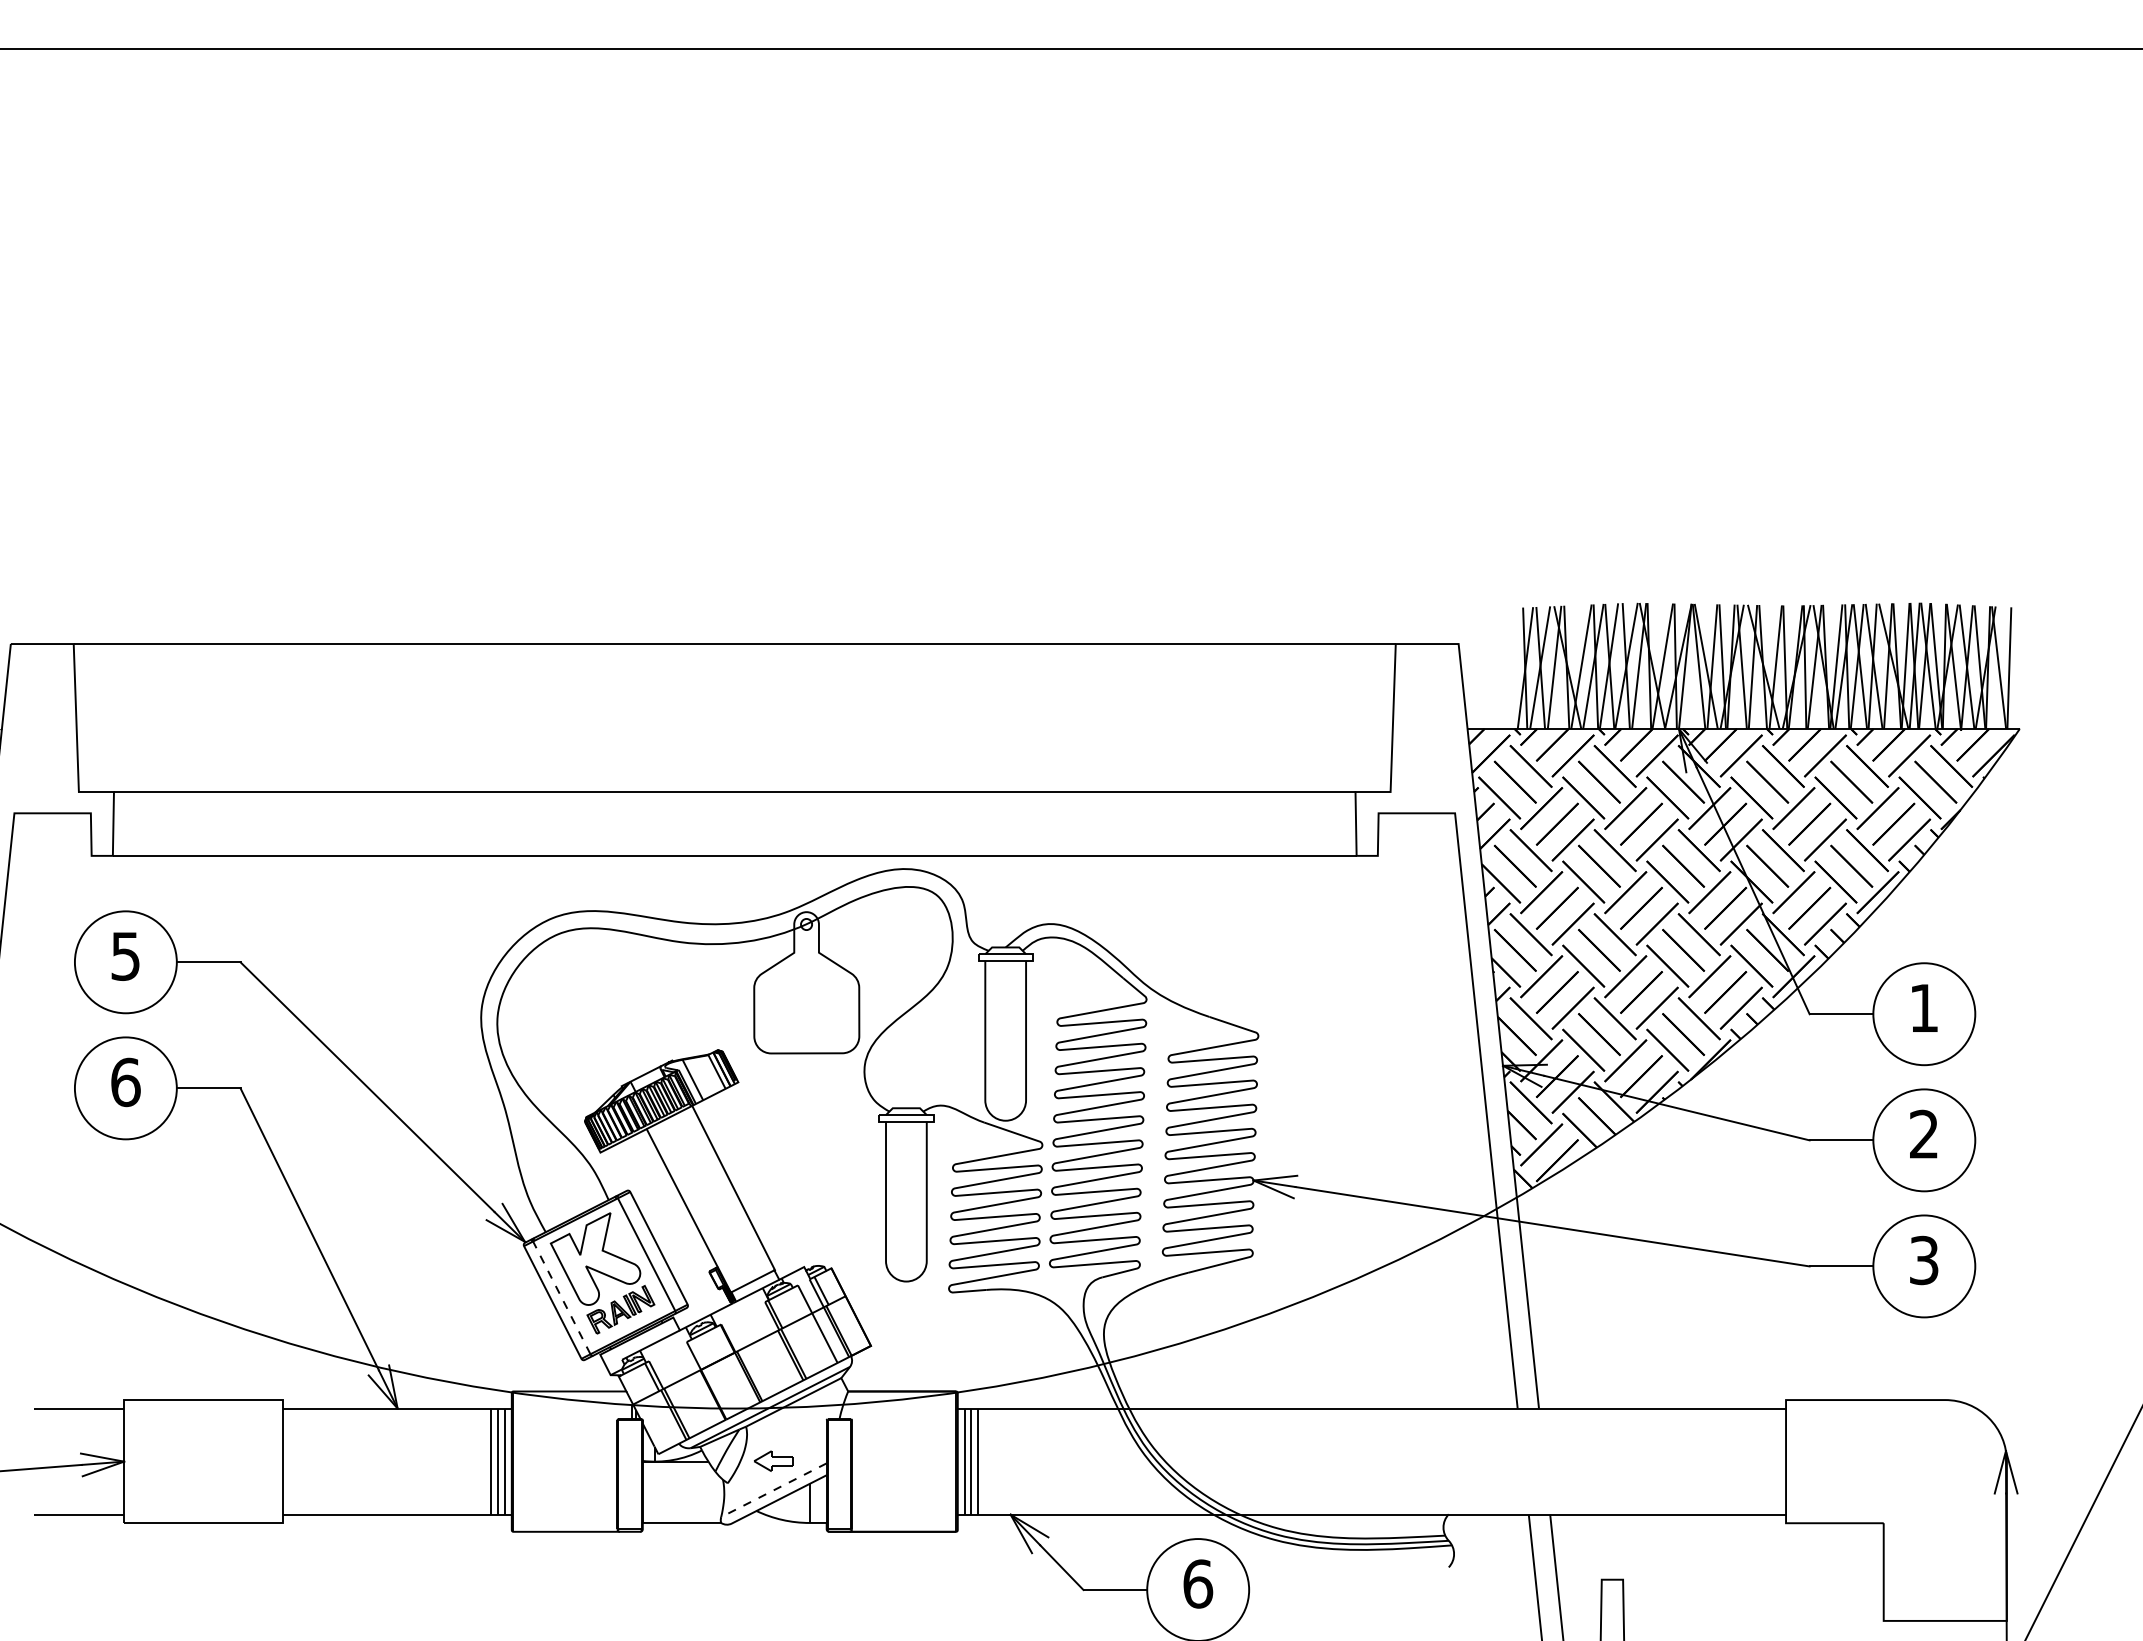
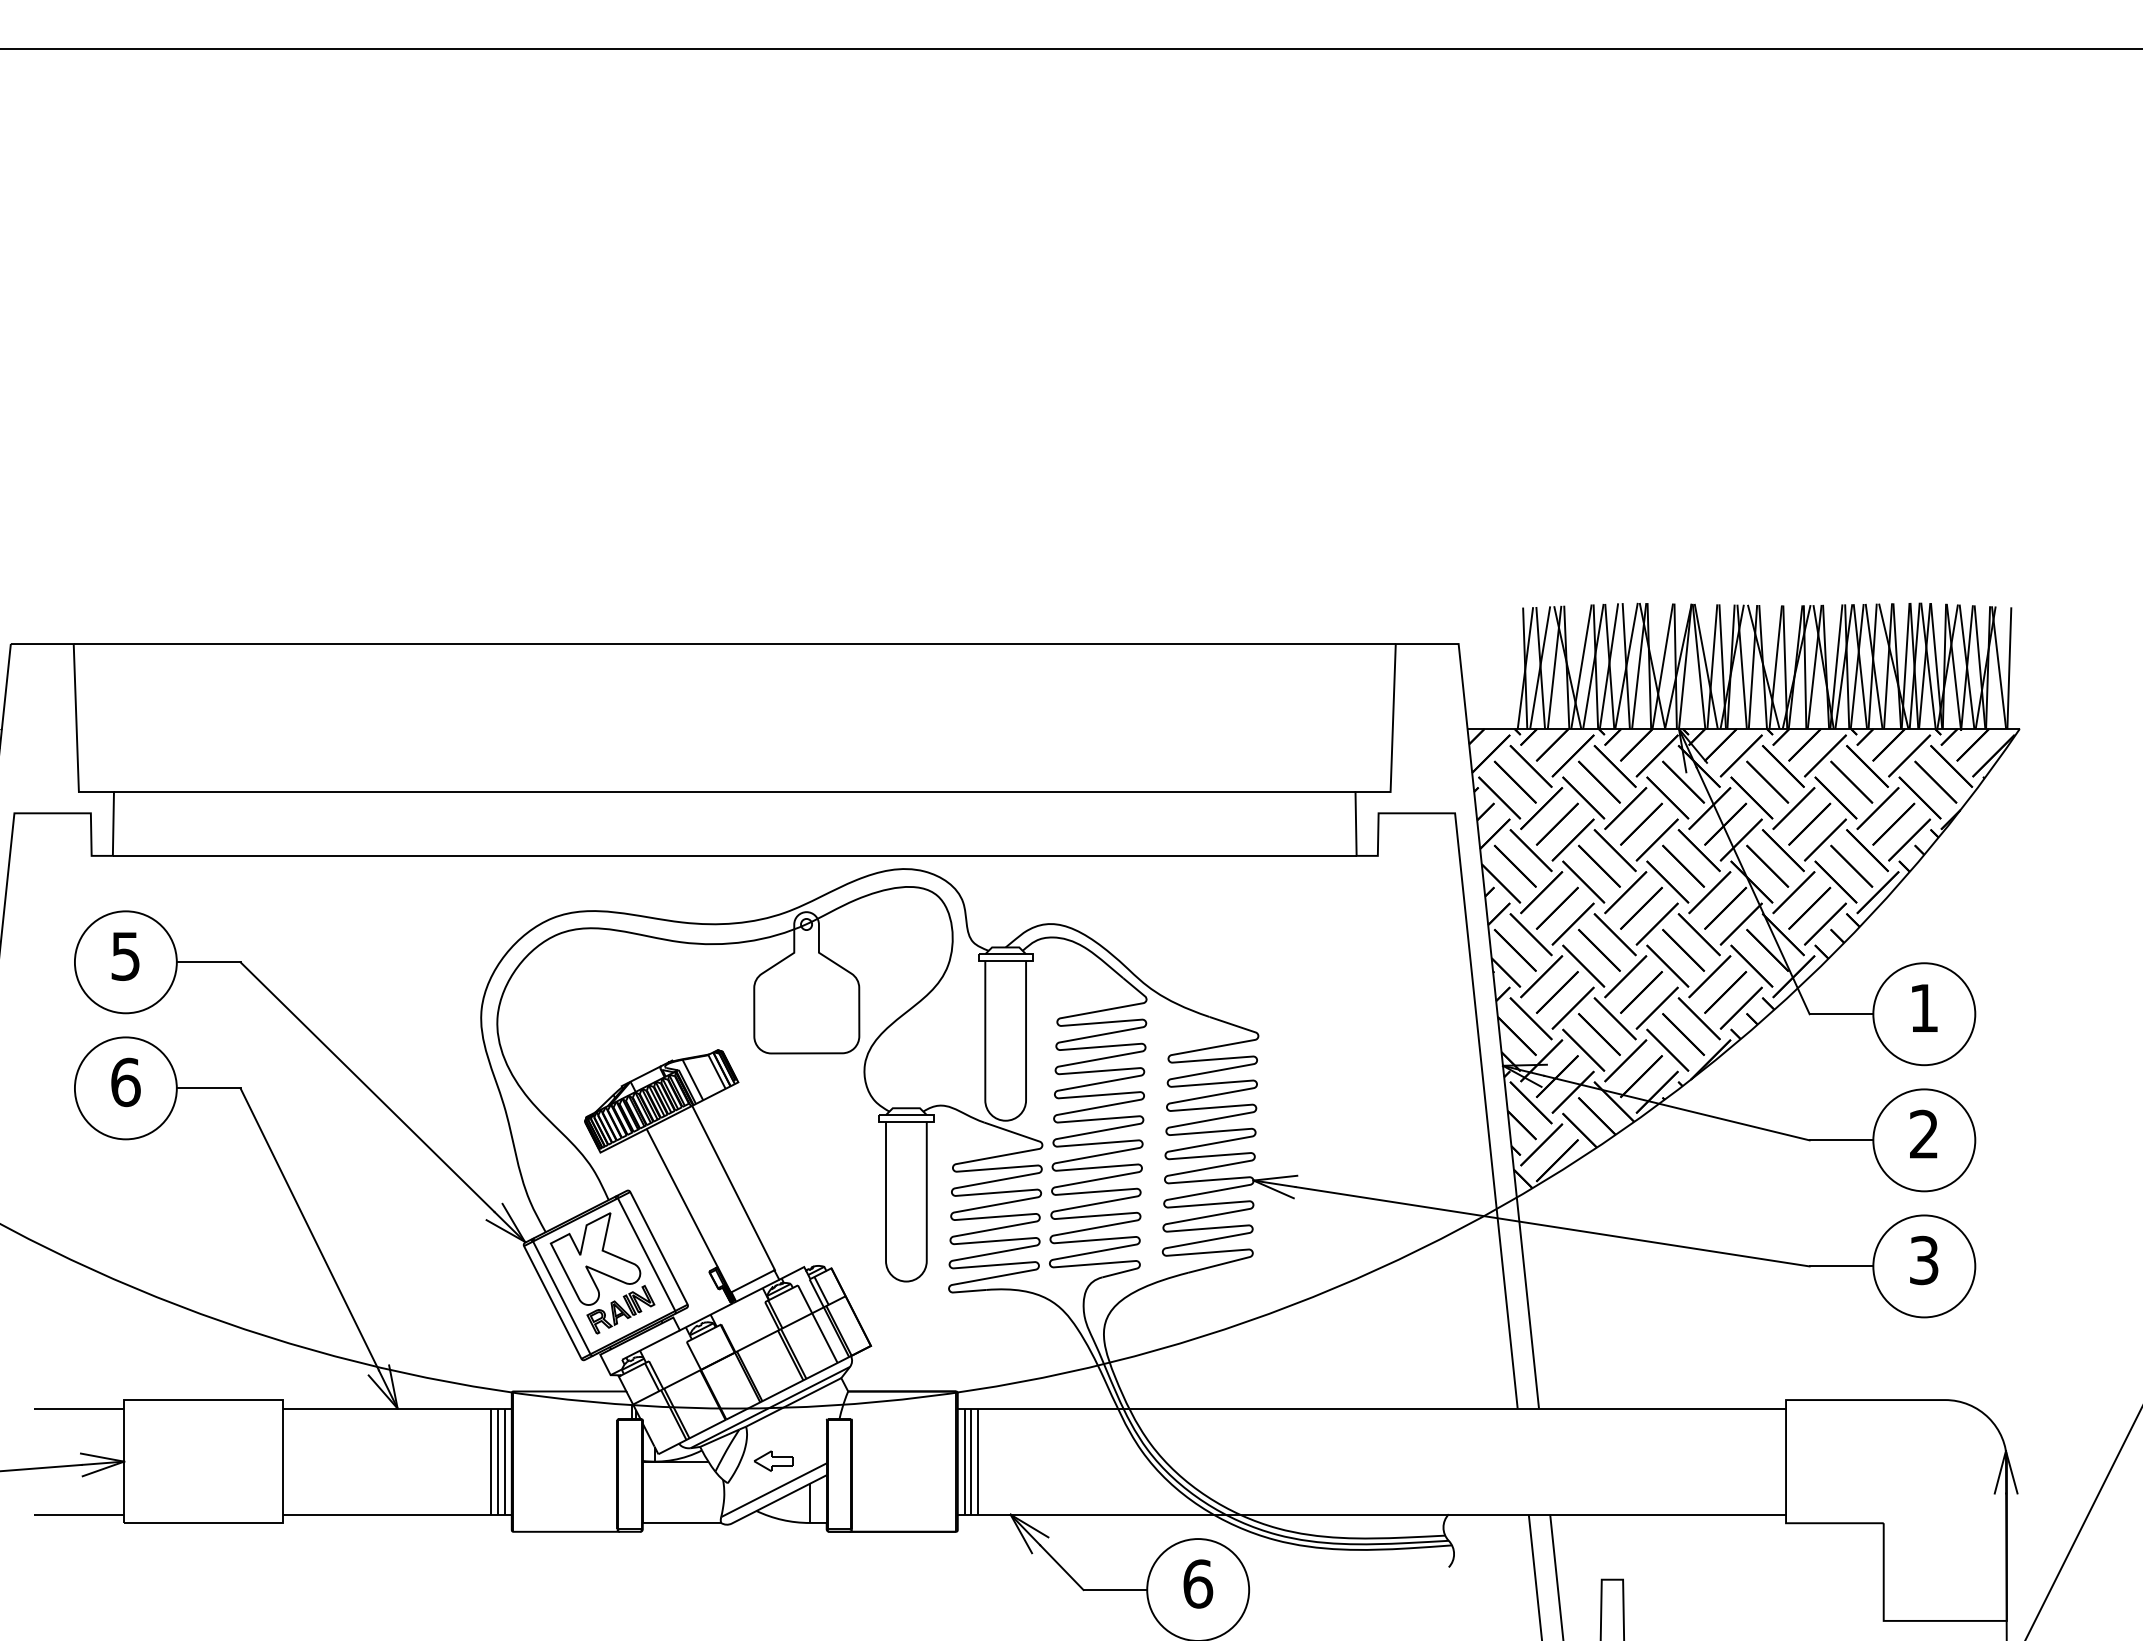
line at (561, 1297): dashed -> solid
line at (773, 1490): dashed -> solid
